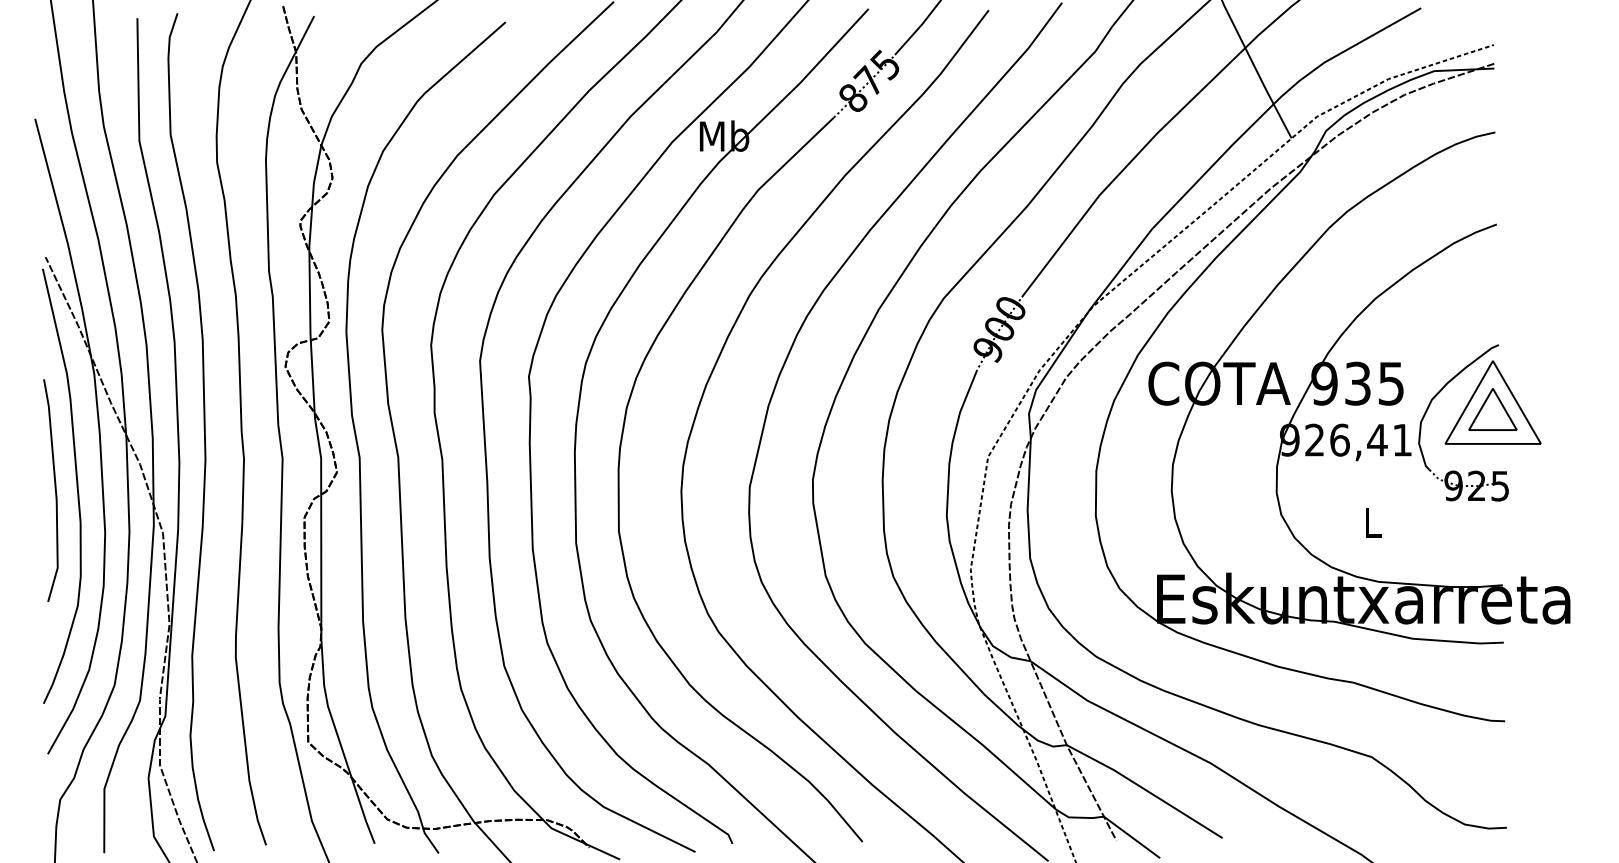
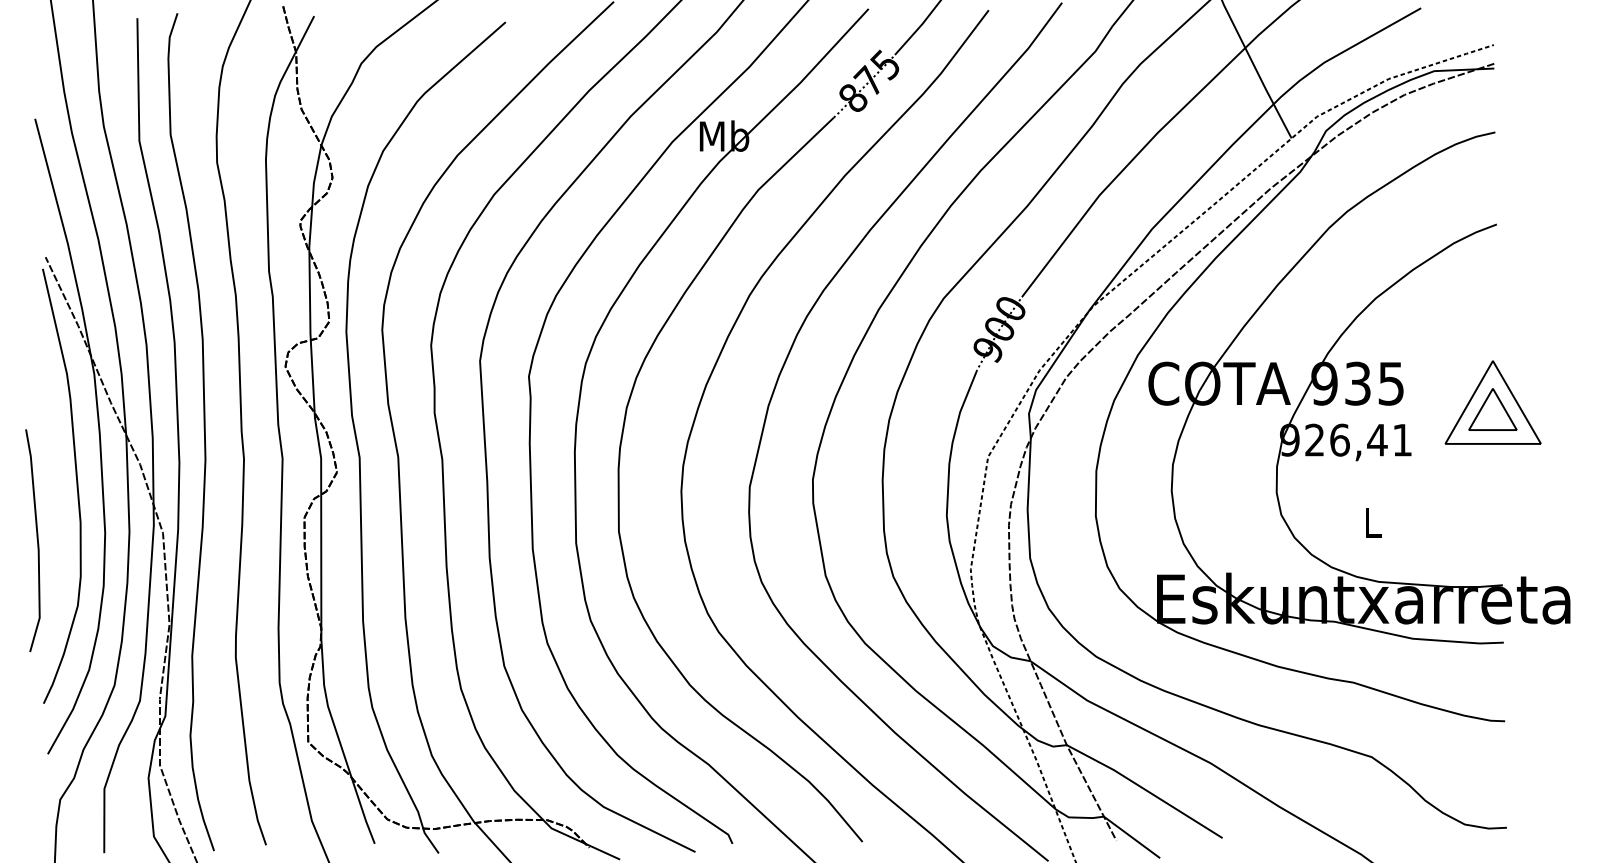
part at (1430, 405): present -> none
line at (54, 489) position: (54, 489) -> (36, 539)
